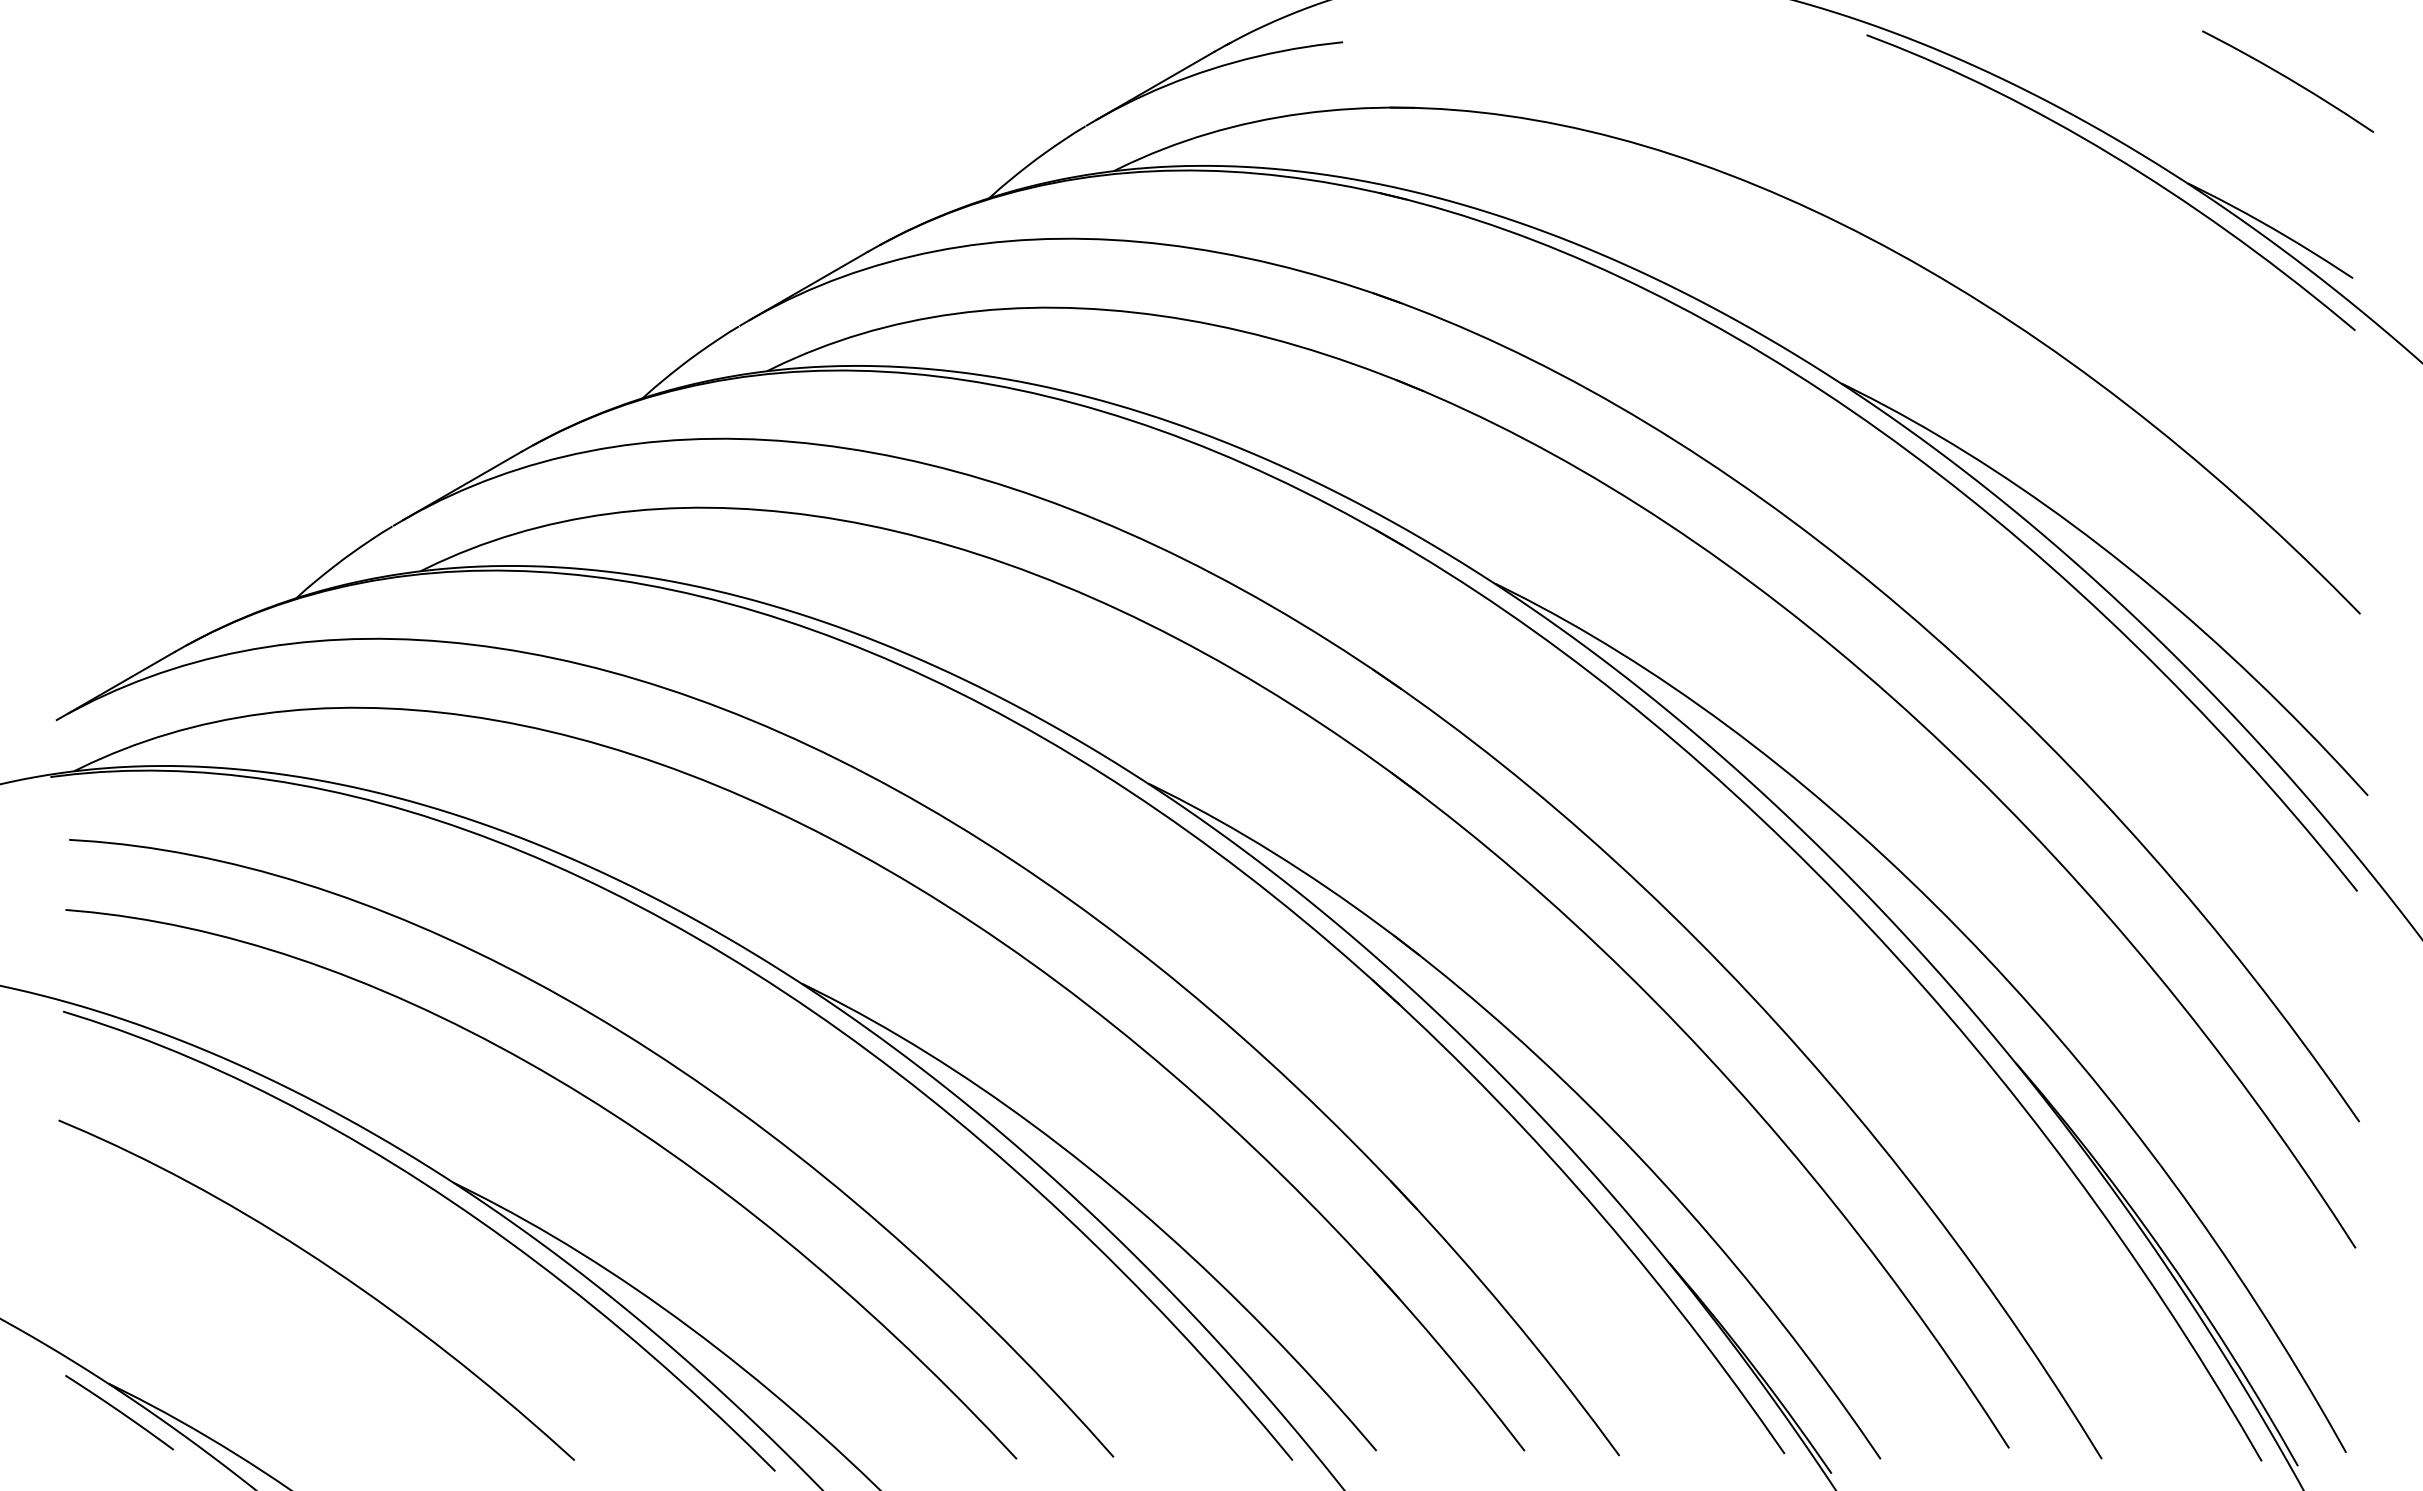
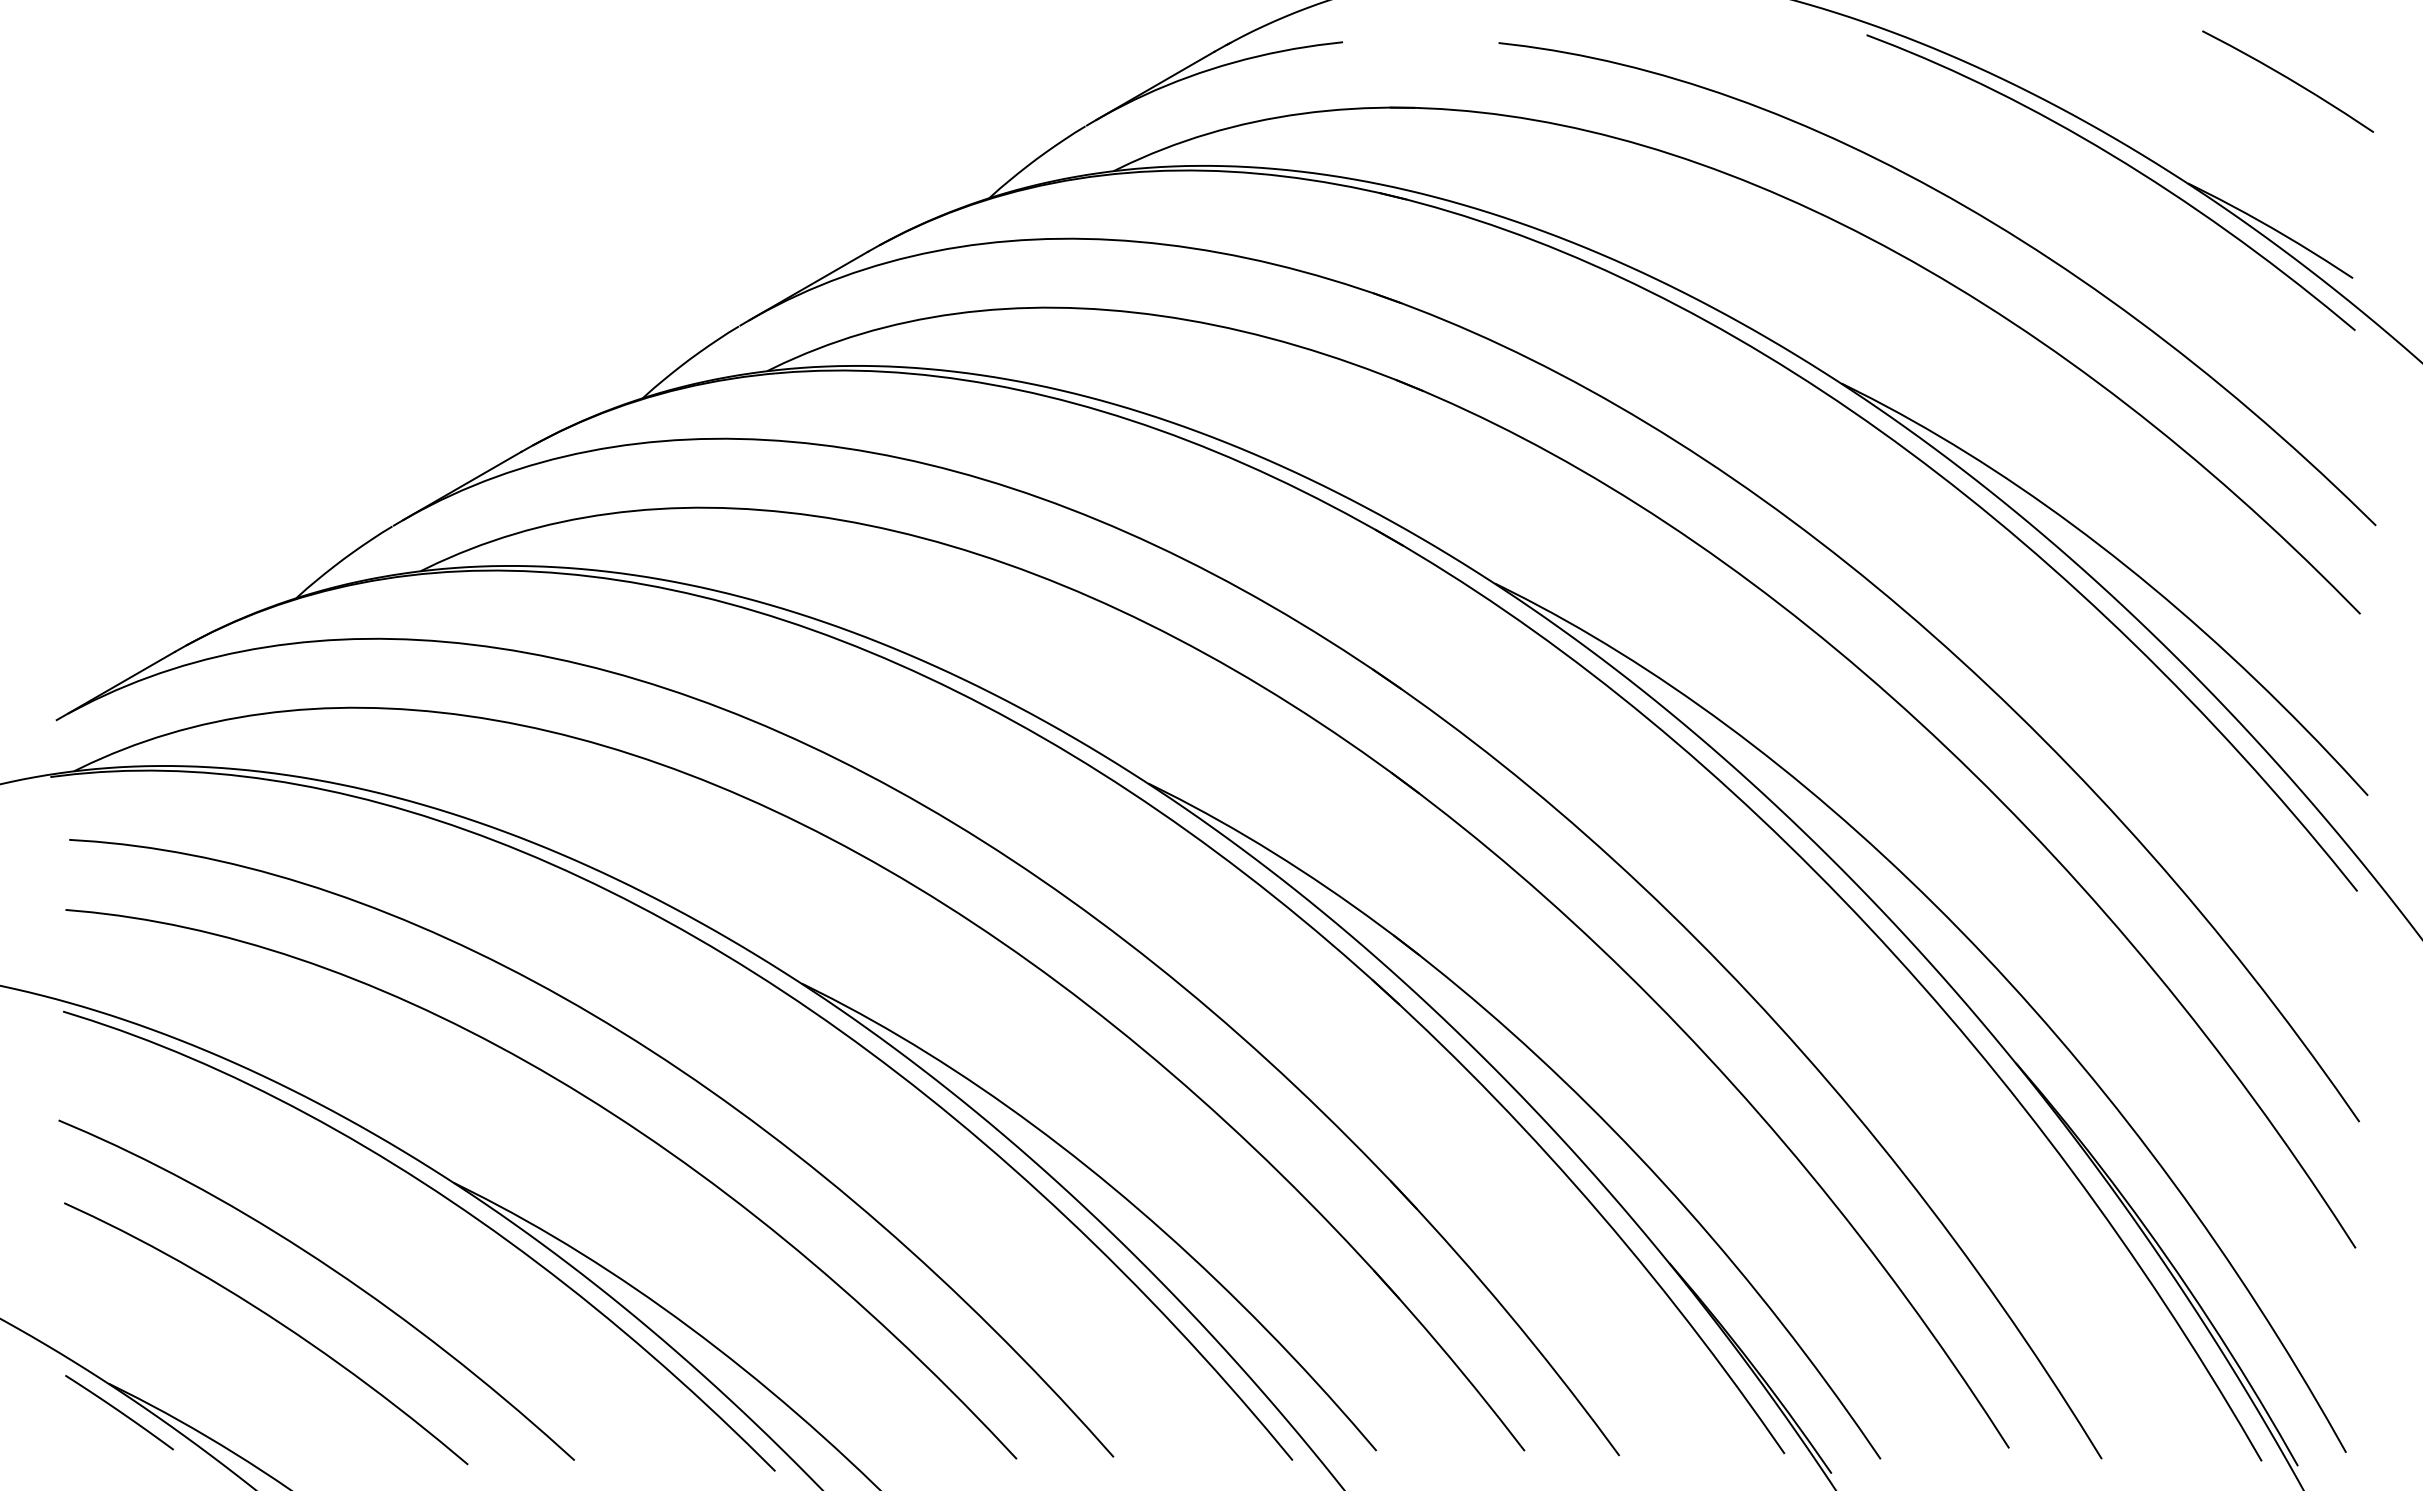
curve at (1976, 214): none -> present
curve at (275, 1321): none -> present
